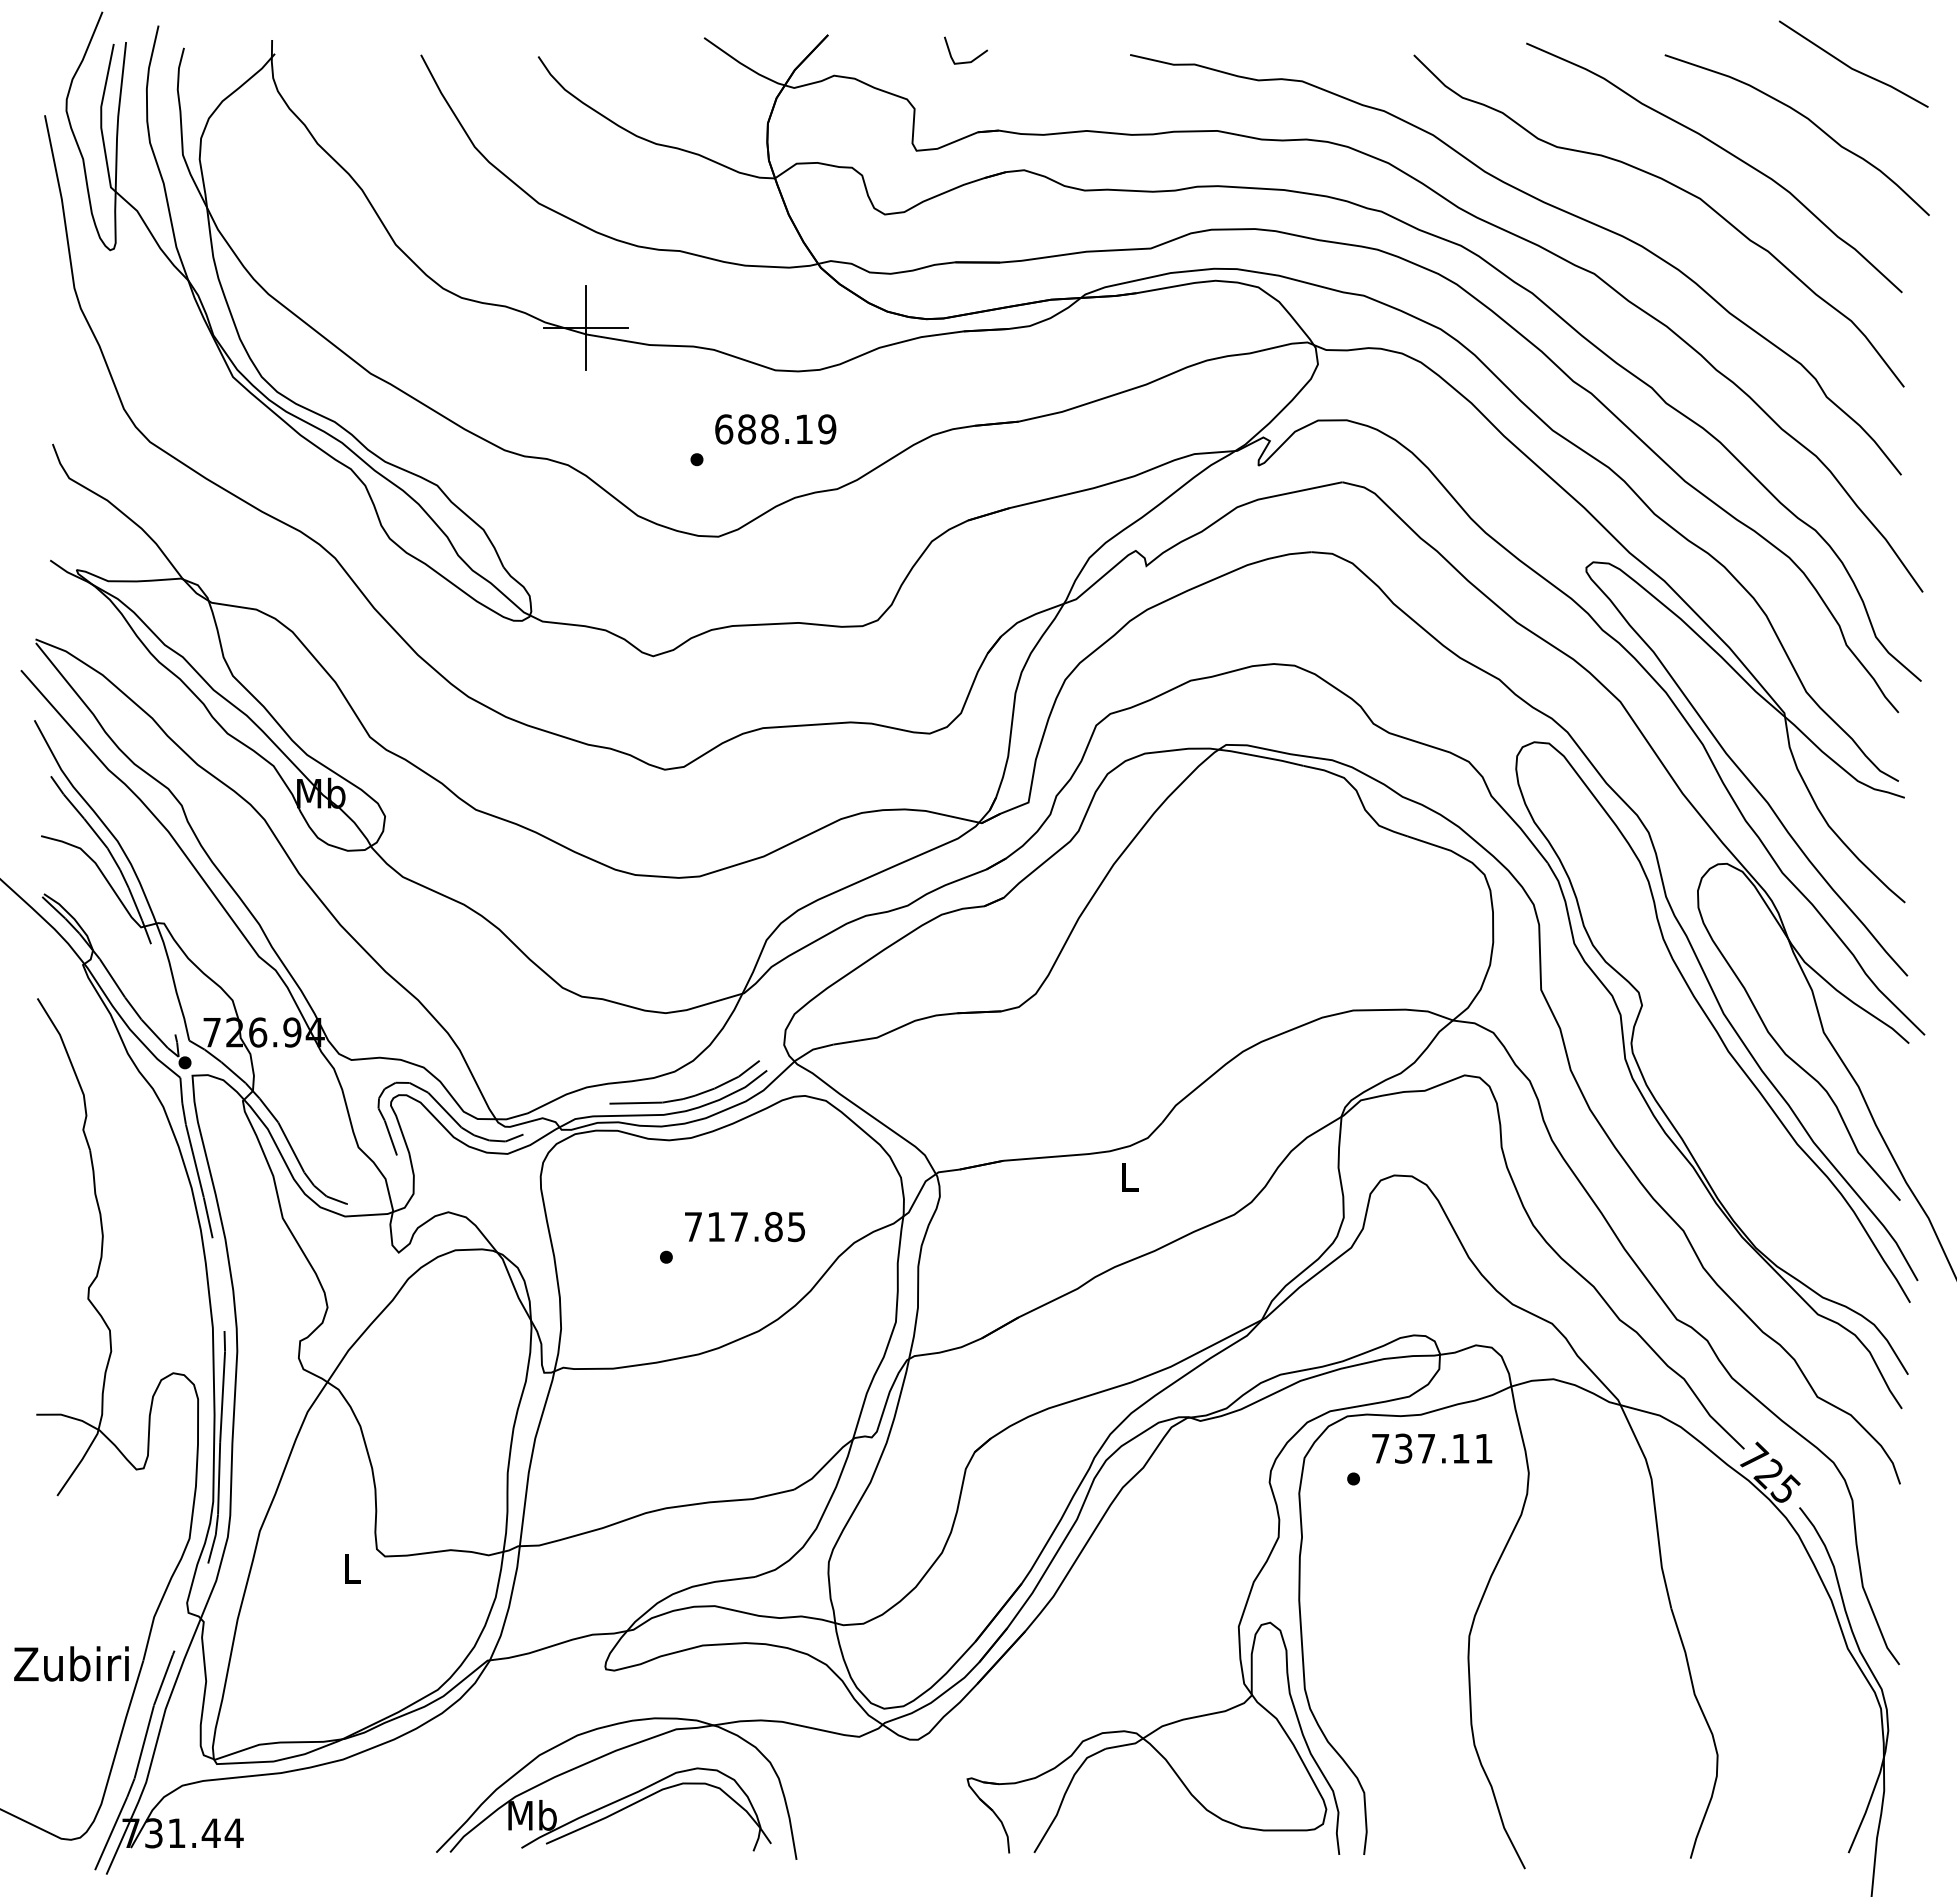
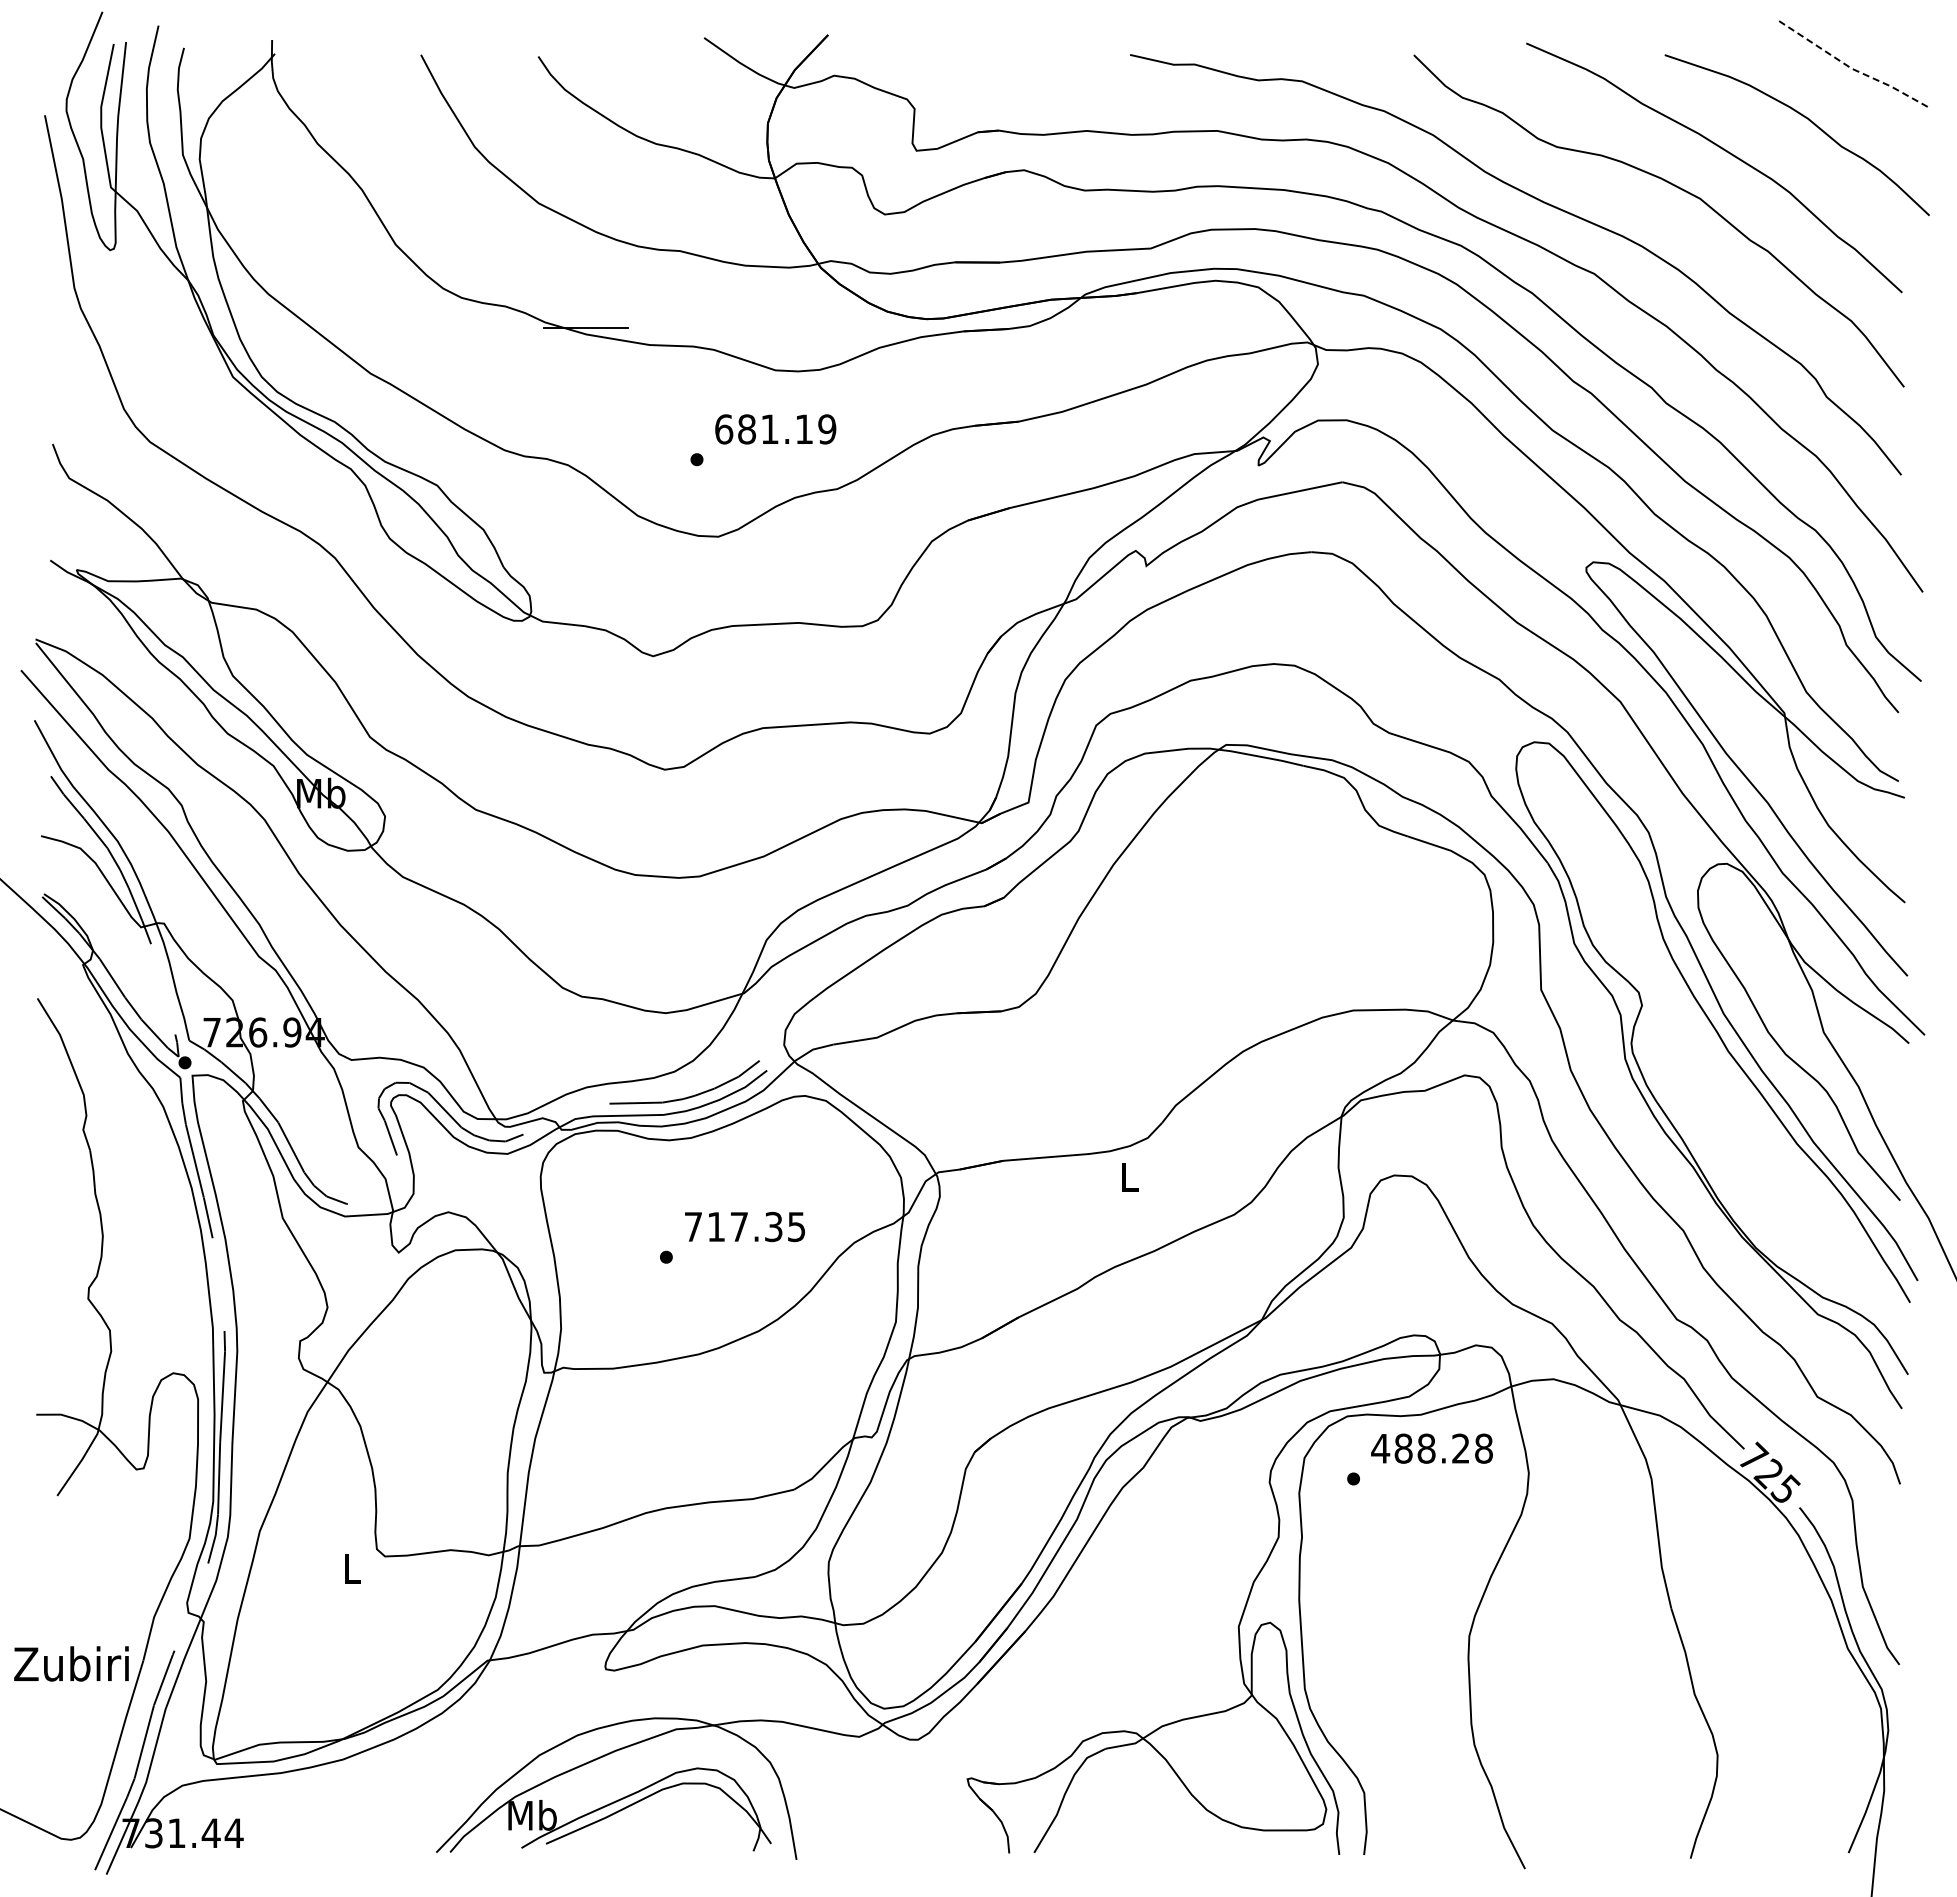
line at (972, 59): present -> none
line at (1851, 68): solid -> dashed
line at (586, 327): present -> none
text at (769, 429): 688.19 -> 681.19
text at (773, 1227): 717.85 -> 717.35
text at (1431, 1448): 737.11 -> 488.28
